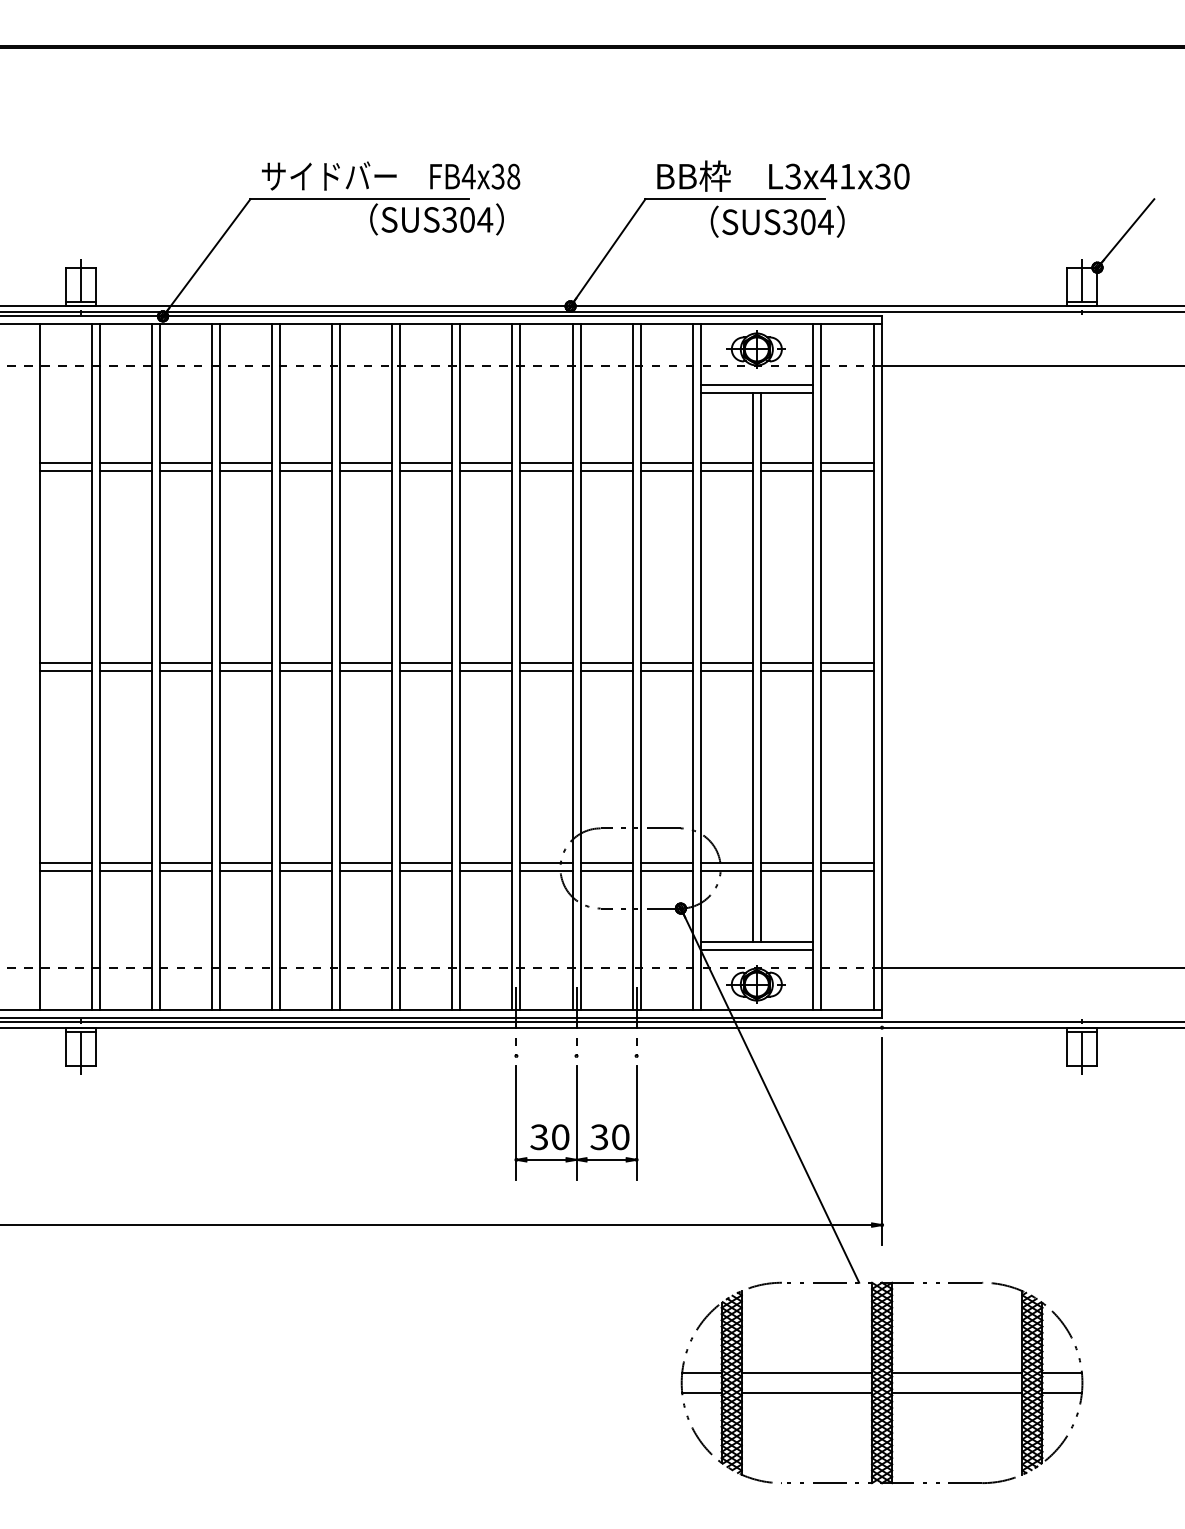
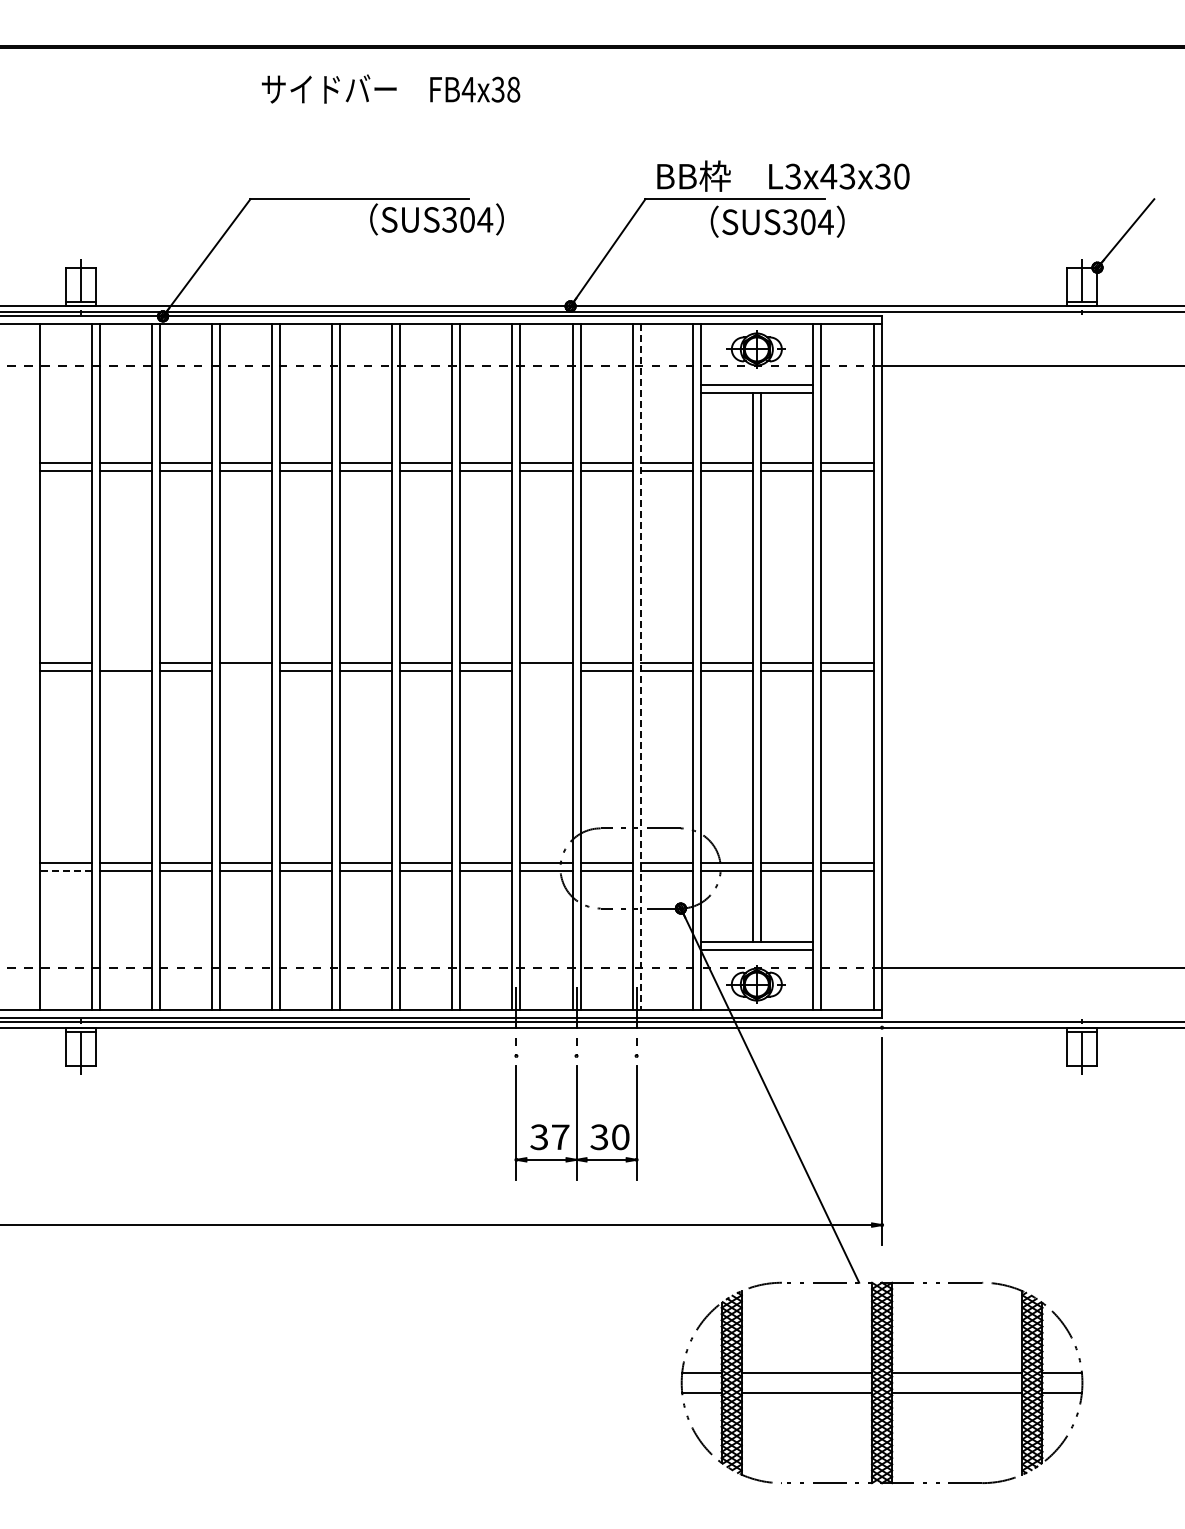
text at (391, 175) position: (391, 175) -> (391, 88)
text at (847, 176): L3x41x30 -> L3x43x30
line at (125, 663): present -> none
line at (640, 667): solid -> dashed
line at (245, 671): present -> none
line at (546, 671): present -> none
line at (65, 871): solid -> dashed
text at (560, 1137): 30 -> 37
